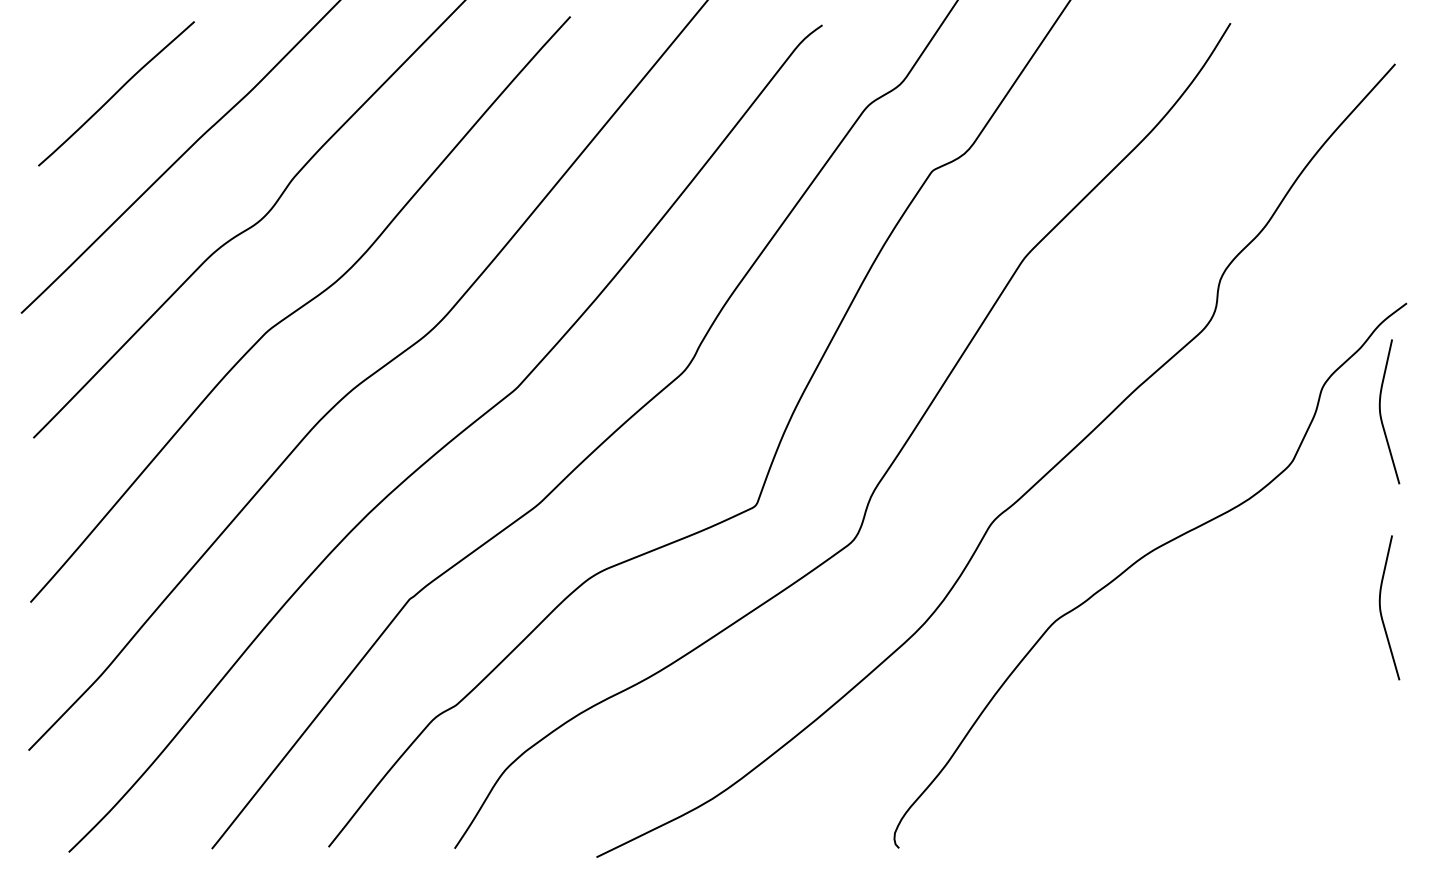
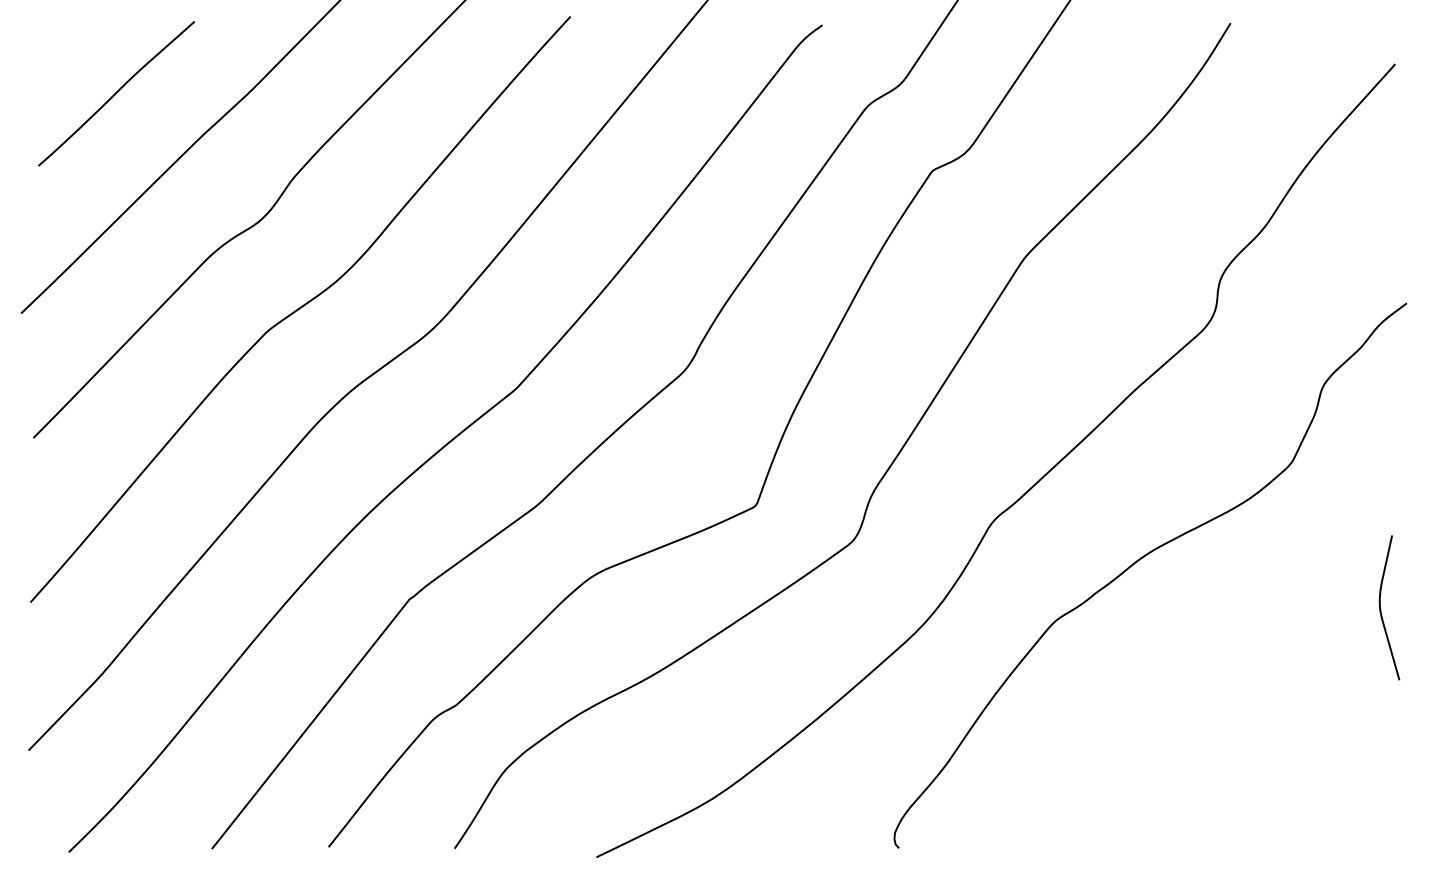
curve at (1381, 413): present -> none
